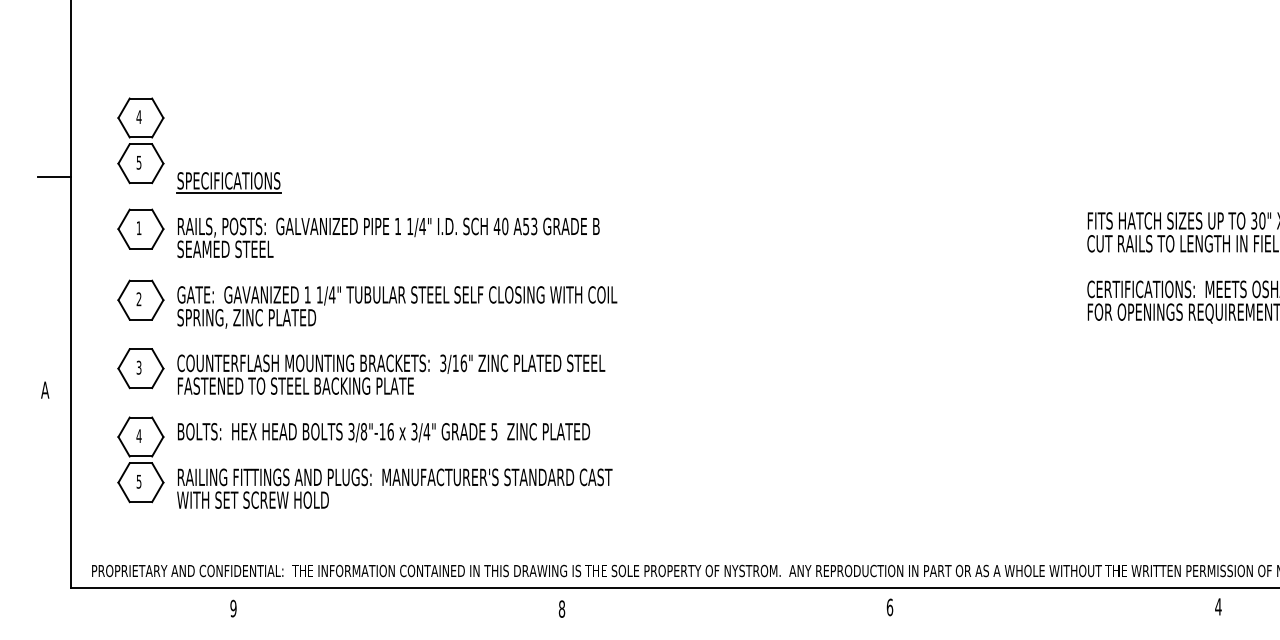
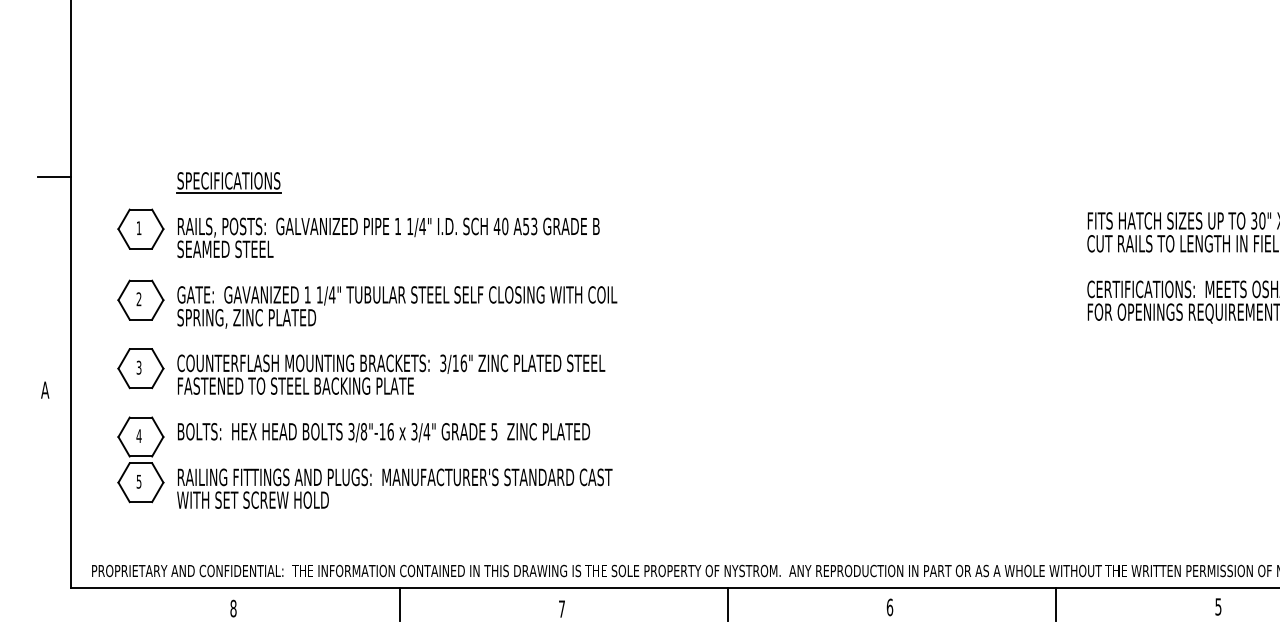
part at (140, 140): present -> none
line at (399, 603): none -> present
line at (728, 603): none -> present
line at (1056, 603): none -> present
text at (1218, 606): 4 -> 5
text at (233, 608): 9 -> 8
text at (561, 608): 8 -> 7
